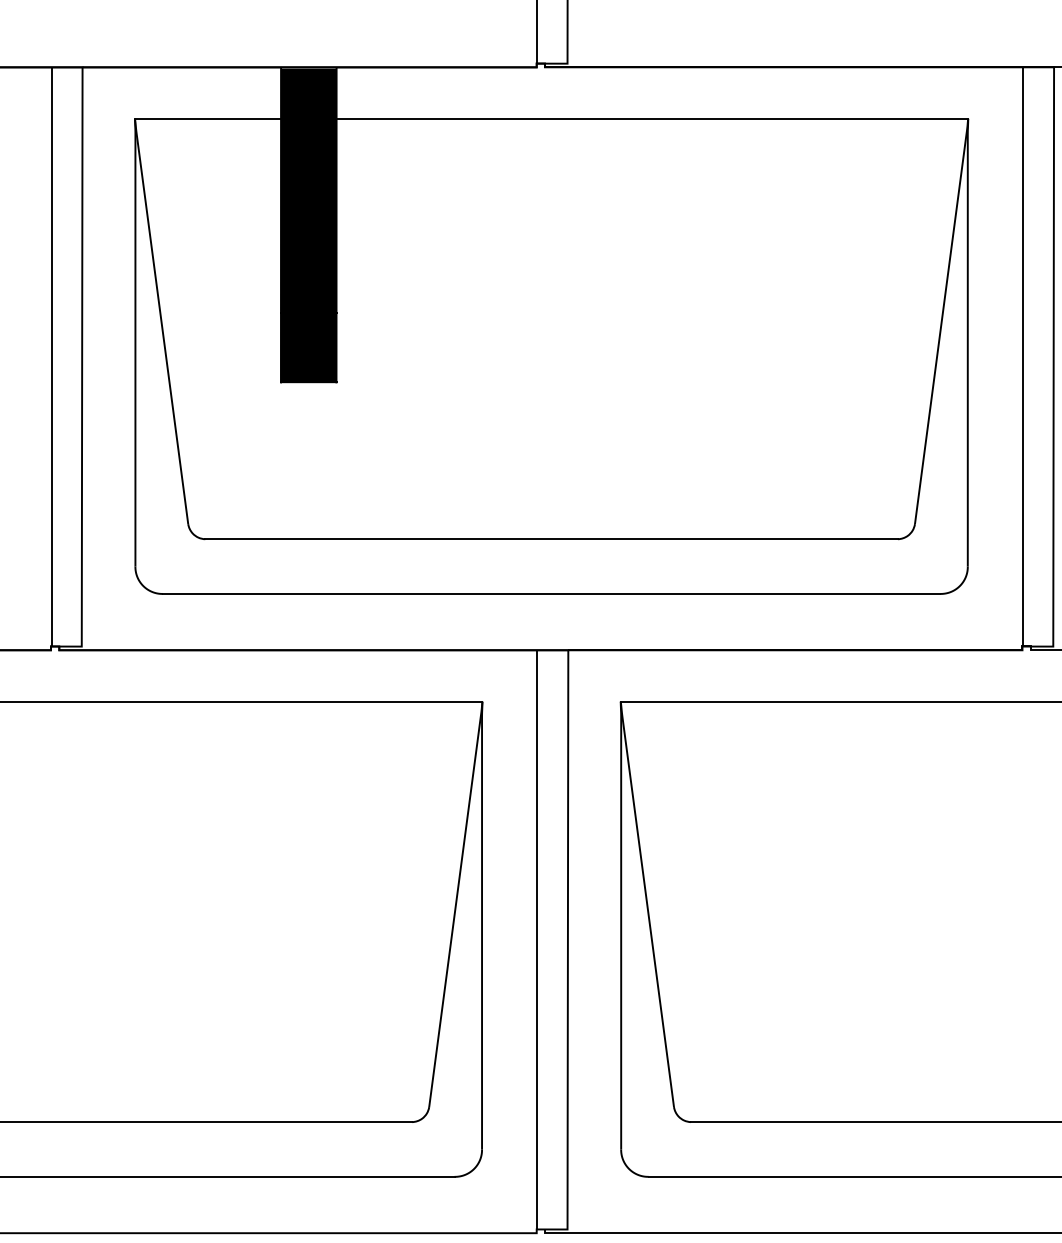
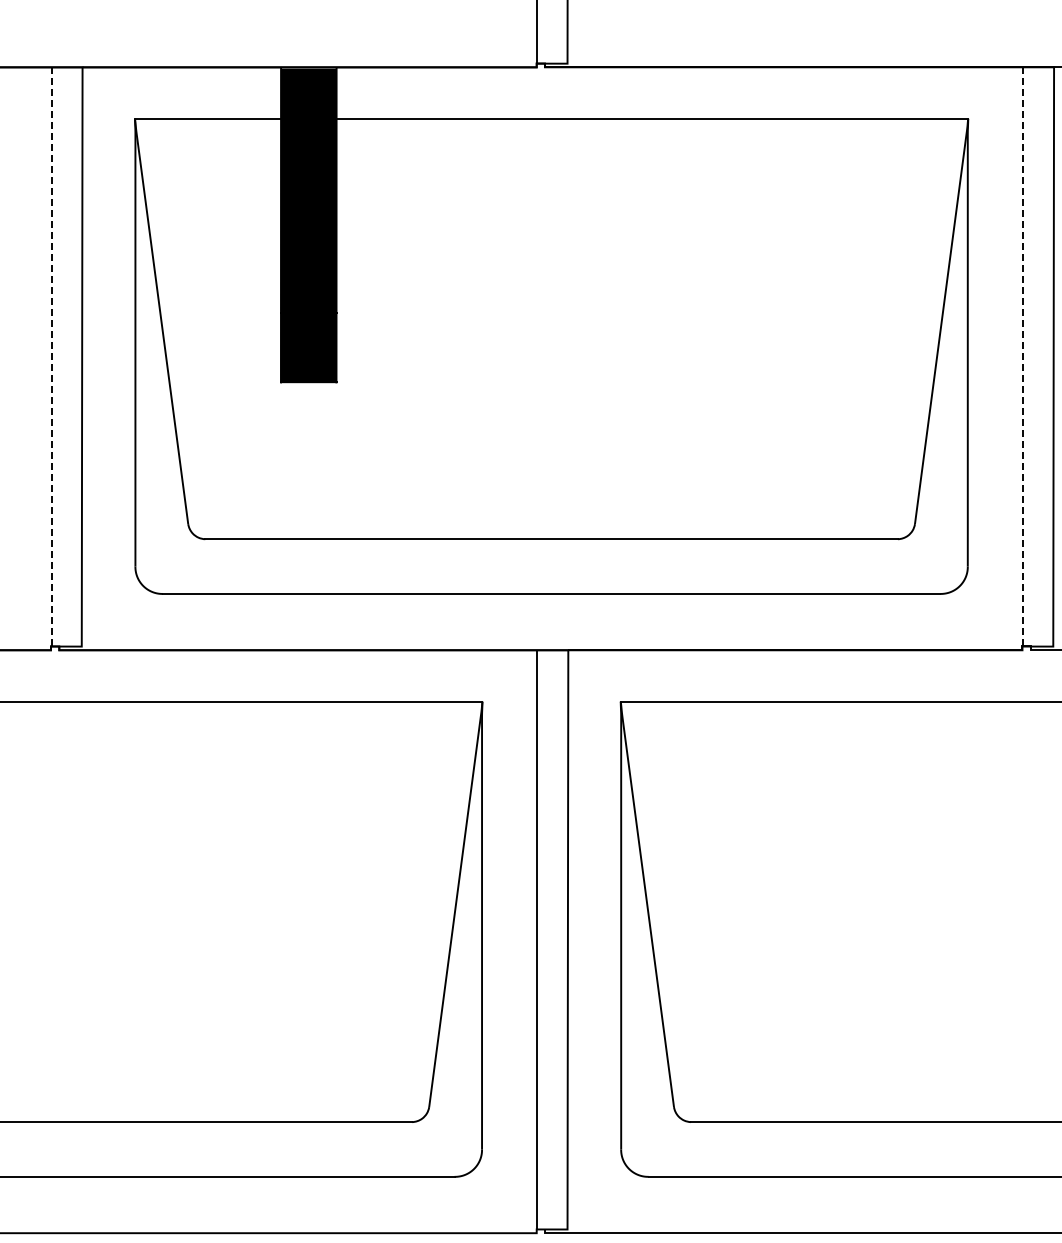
line at (51, 356): solid -> dashed
line at (1023, 356): solid -> dashed
